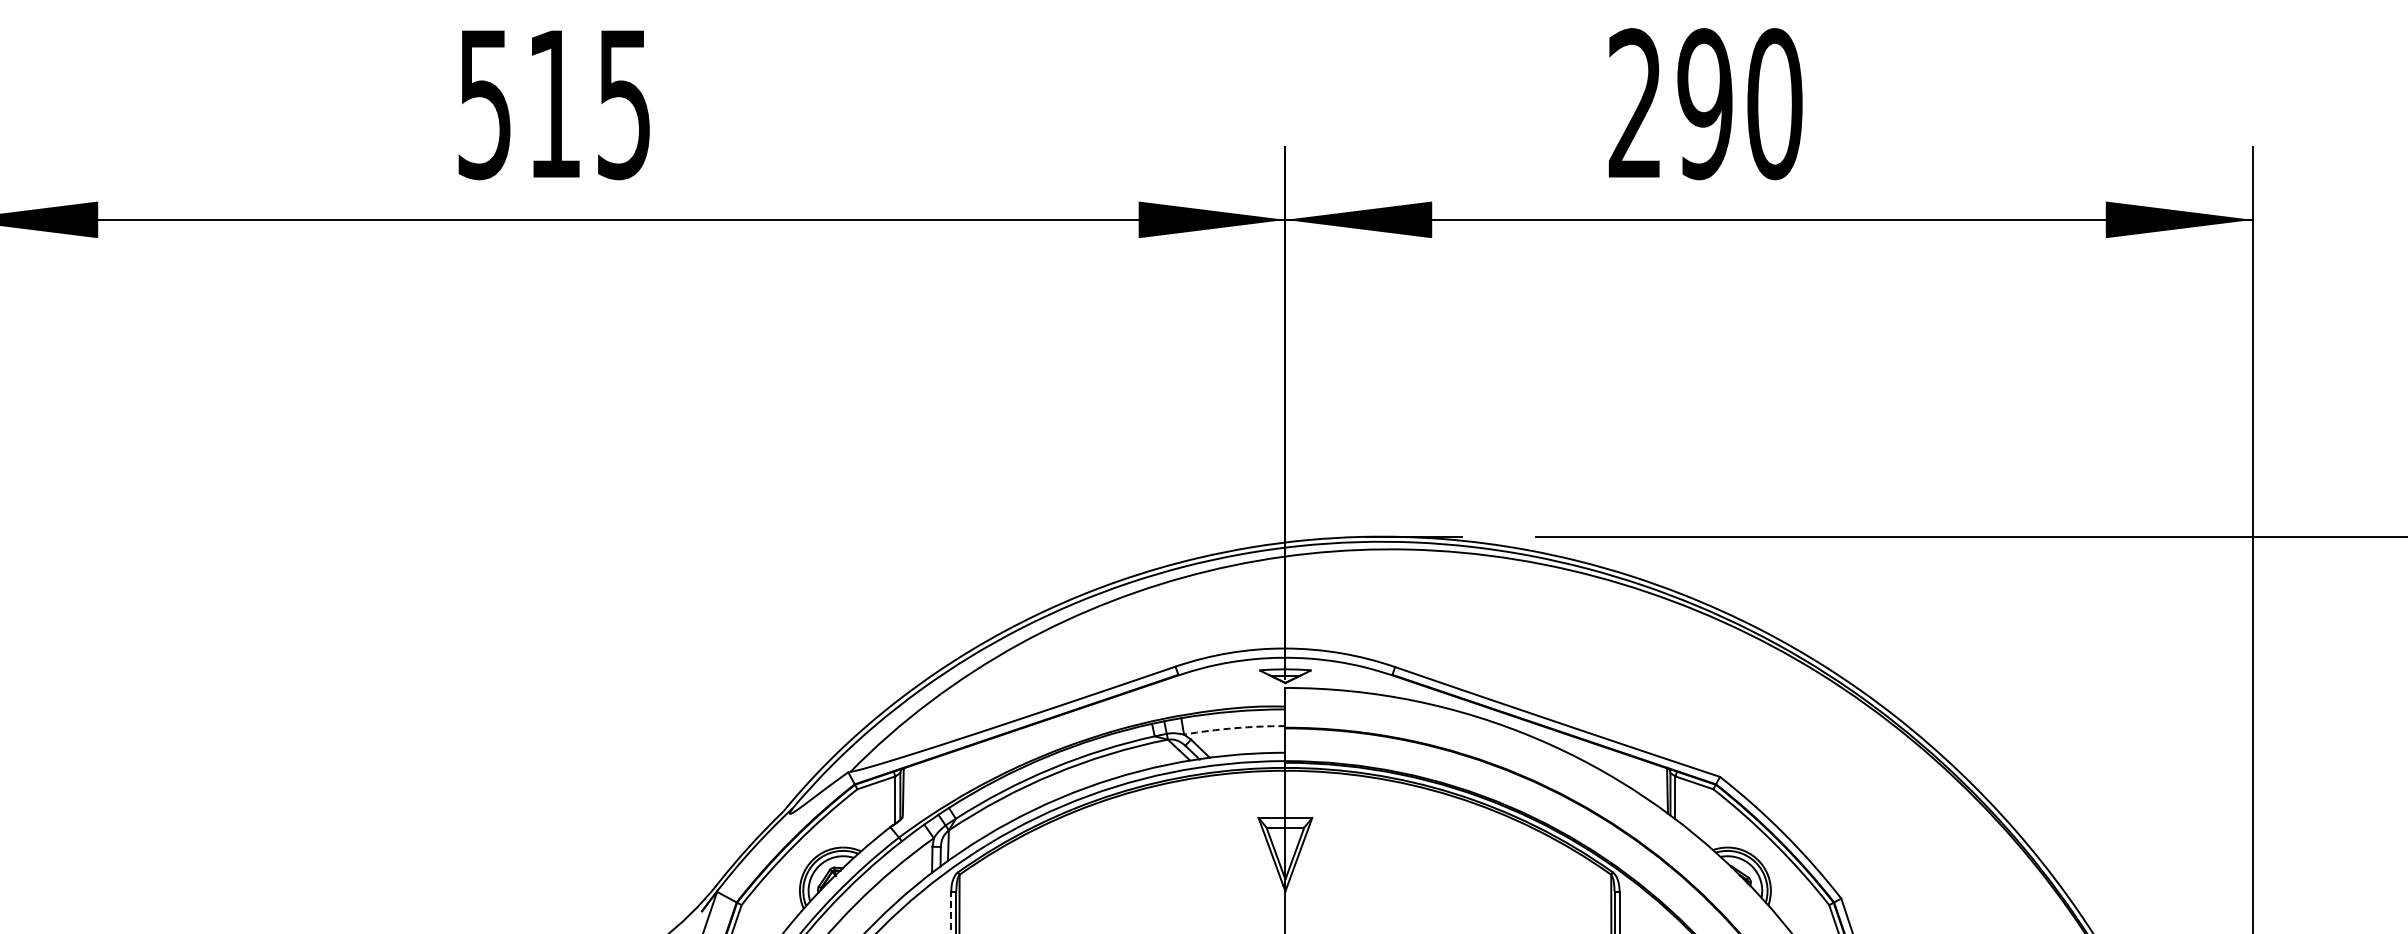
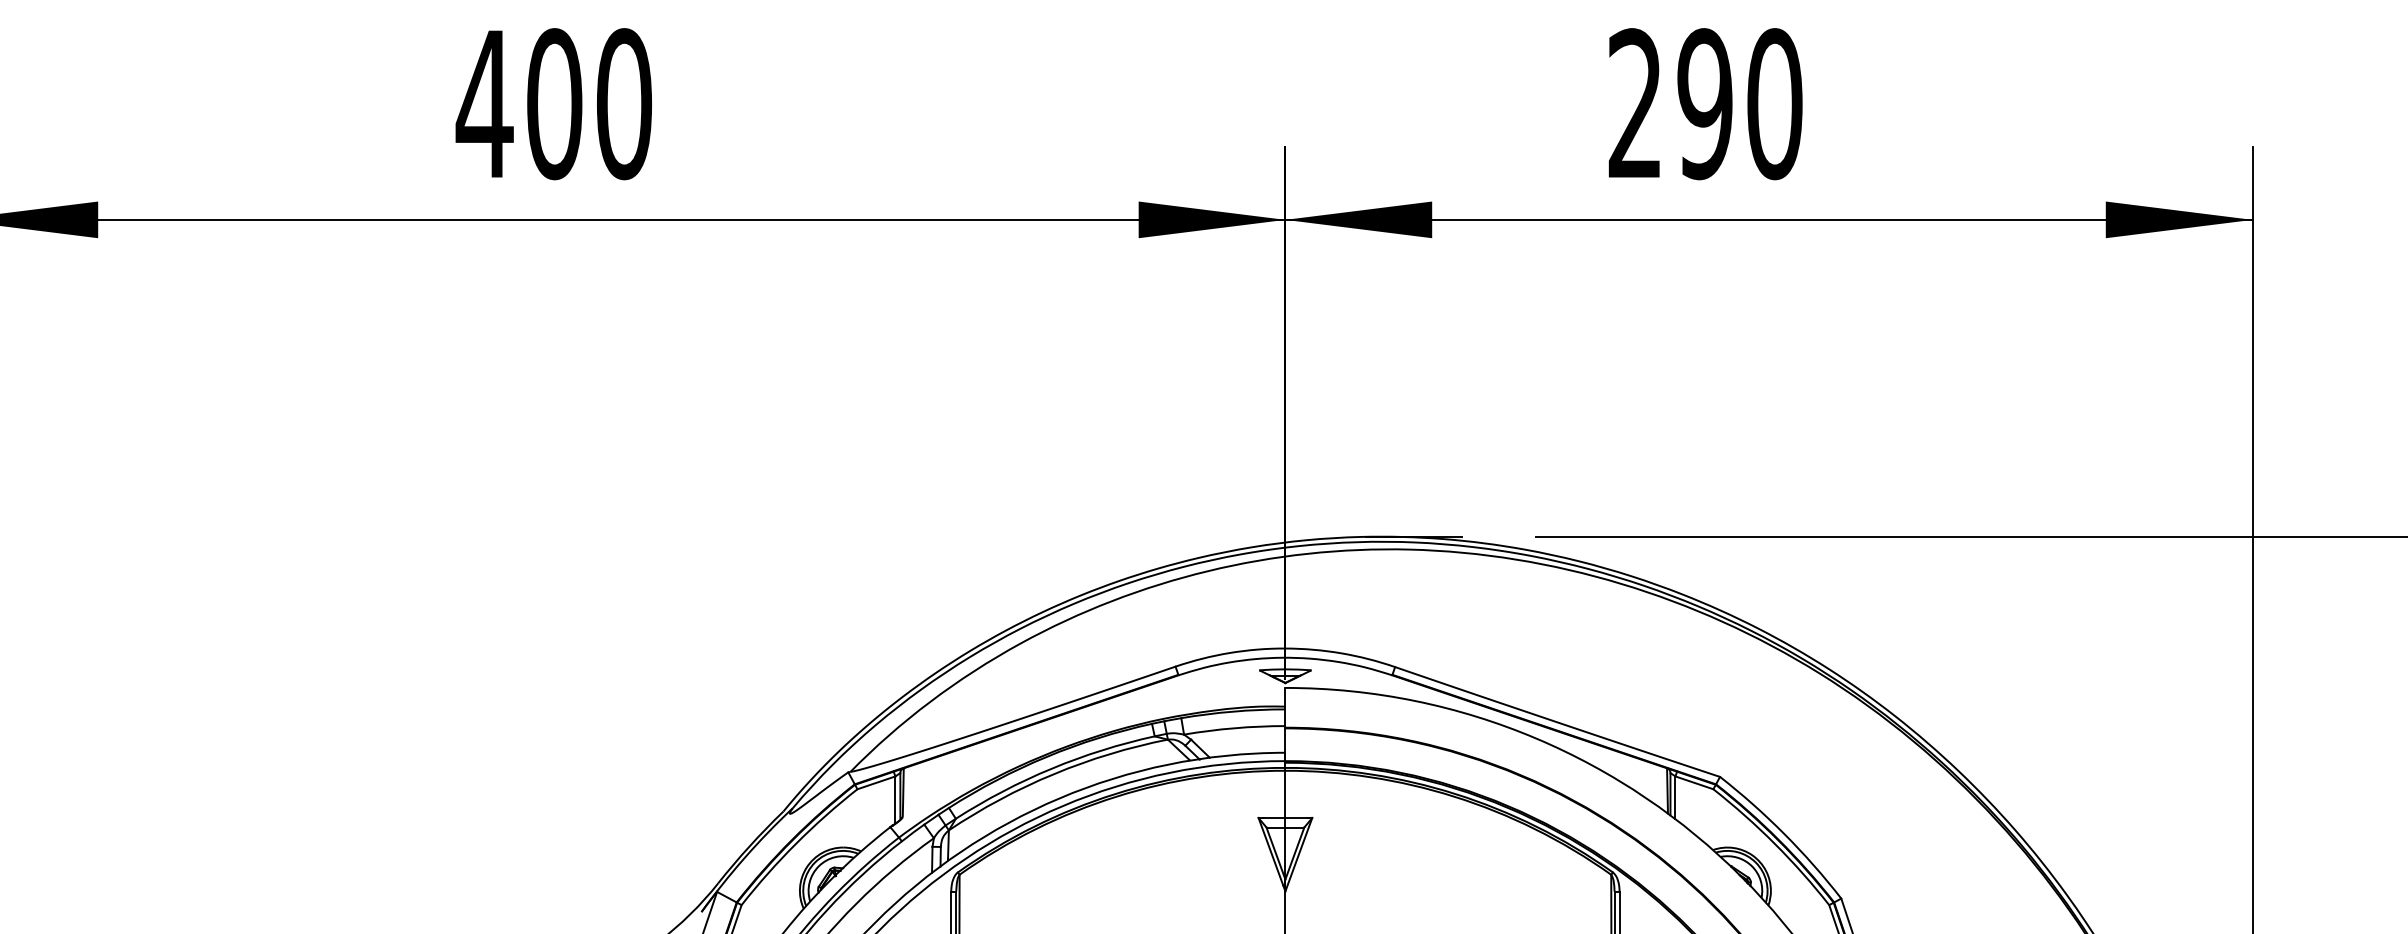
text at (553, 104): 515 -> 400
arc at (1234, 728): dashed -> solid
line at (951, 912): dashed -> solid
